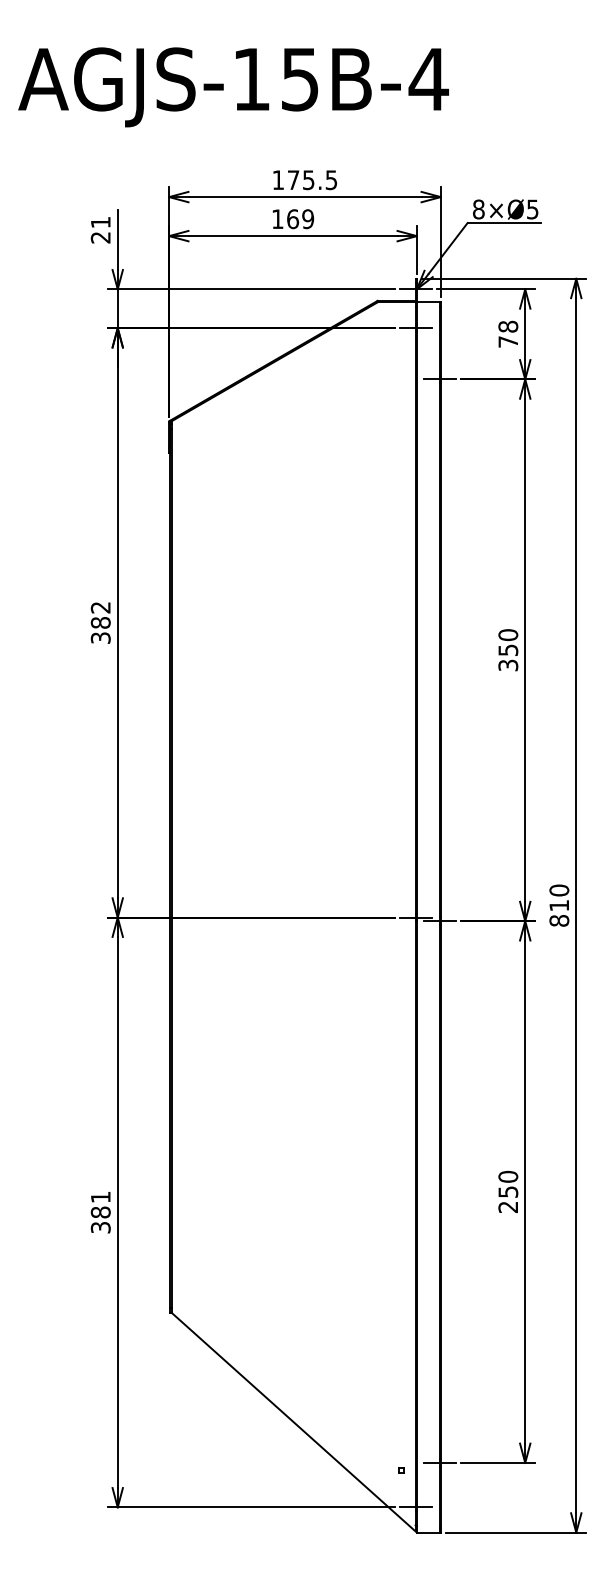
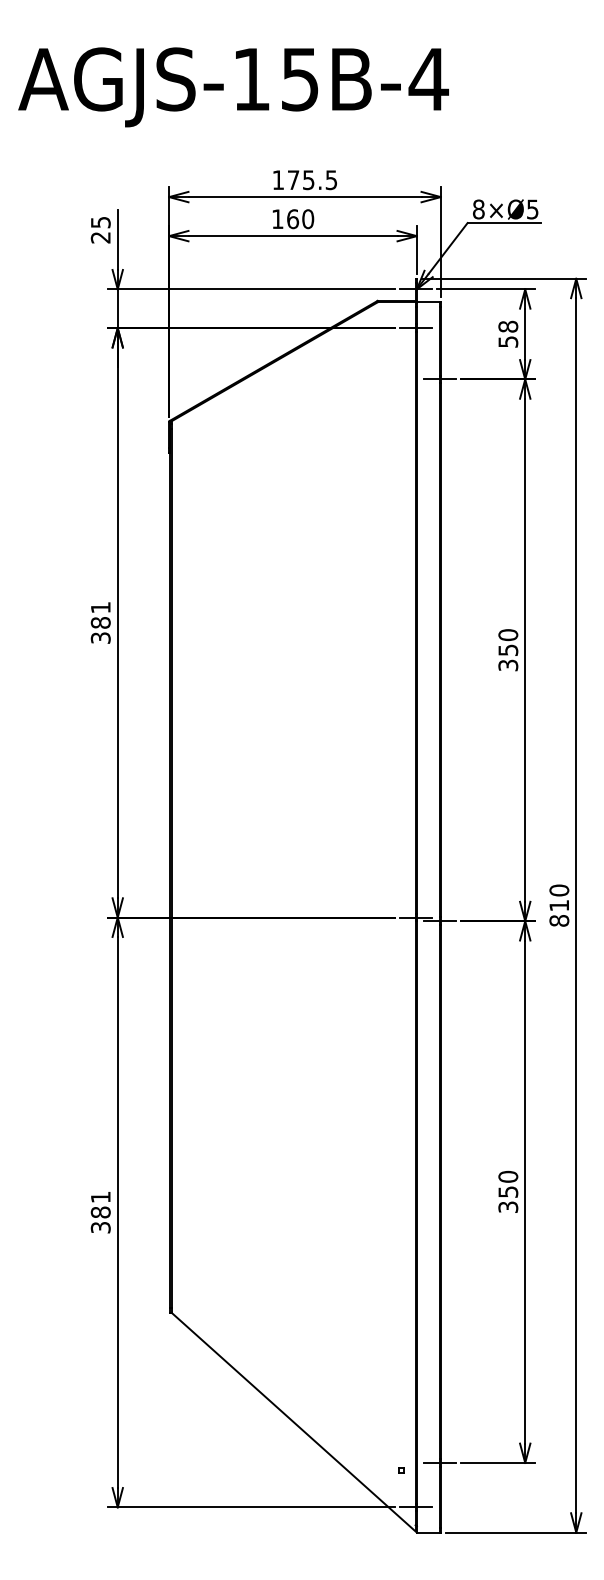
text at (308, 219): 169 -> 160
text at (100, 222): 21 -> 25
text at (508, 341): 78 -> 58
text at (100, 607): 382 -> 381
text at (508, 1206): 250 -> 350
